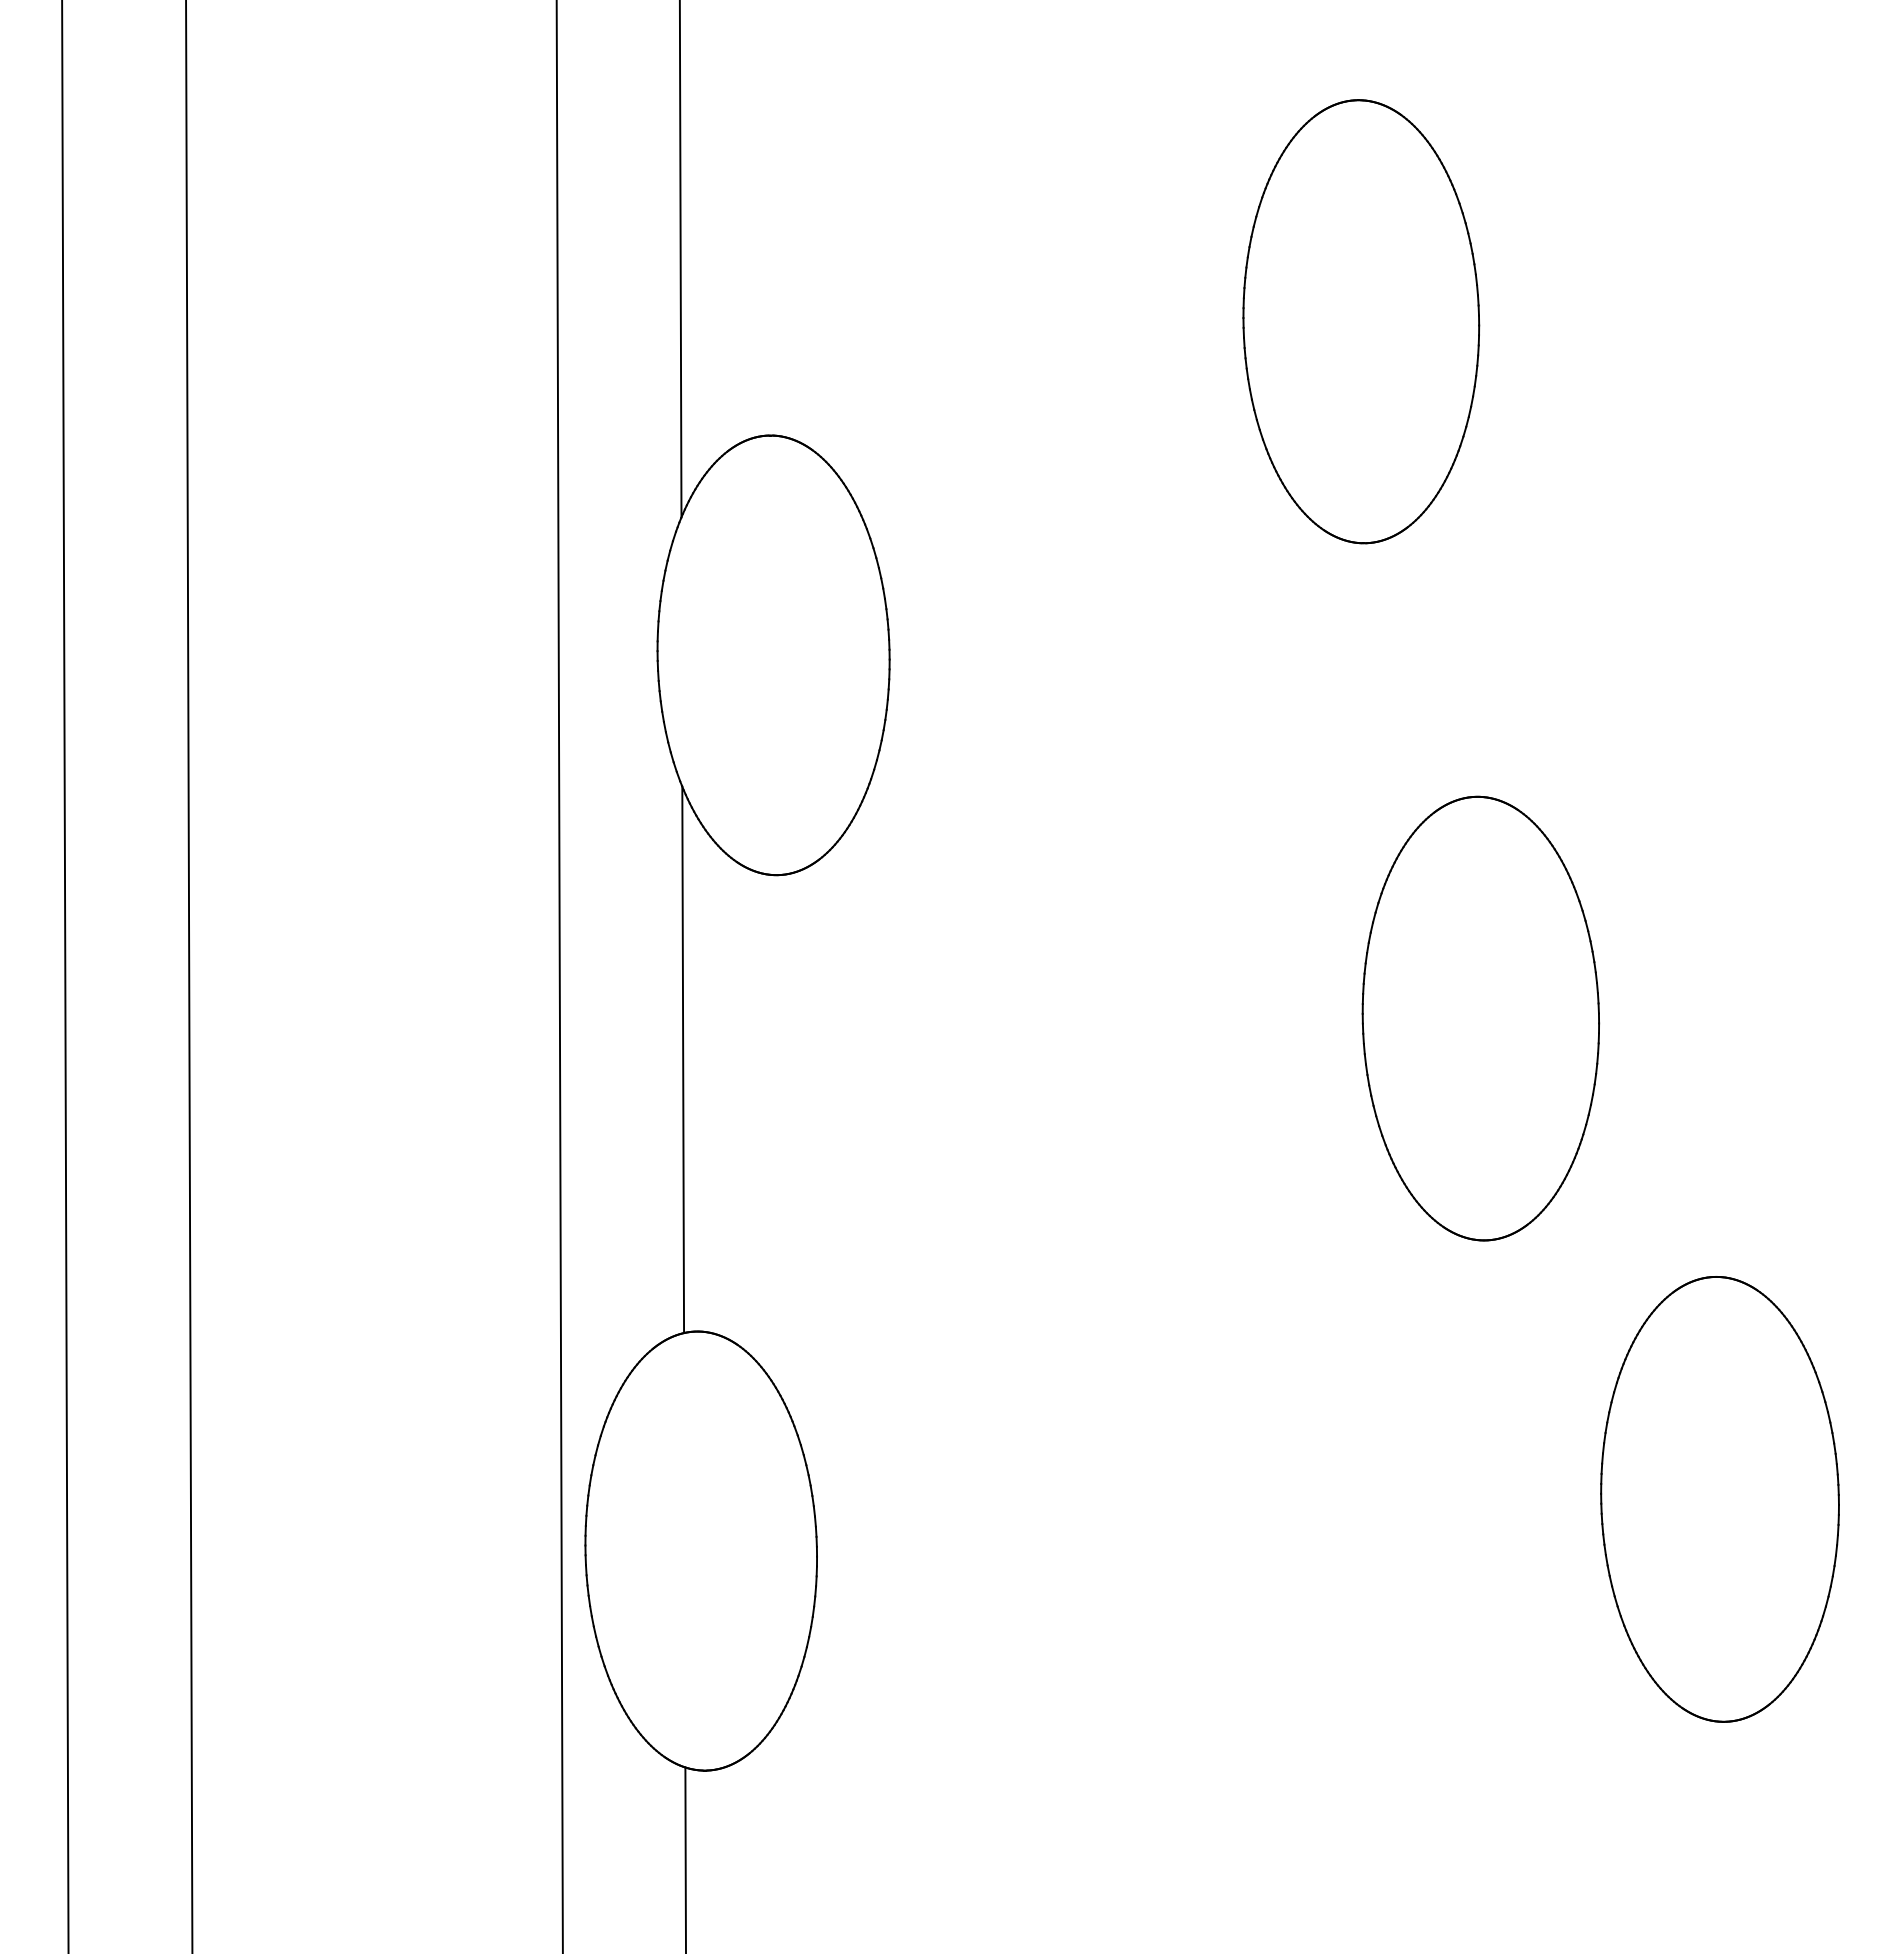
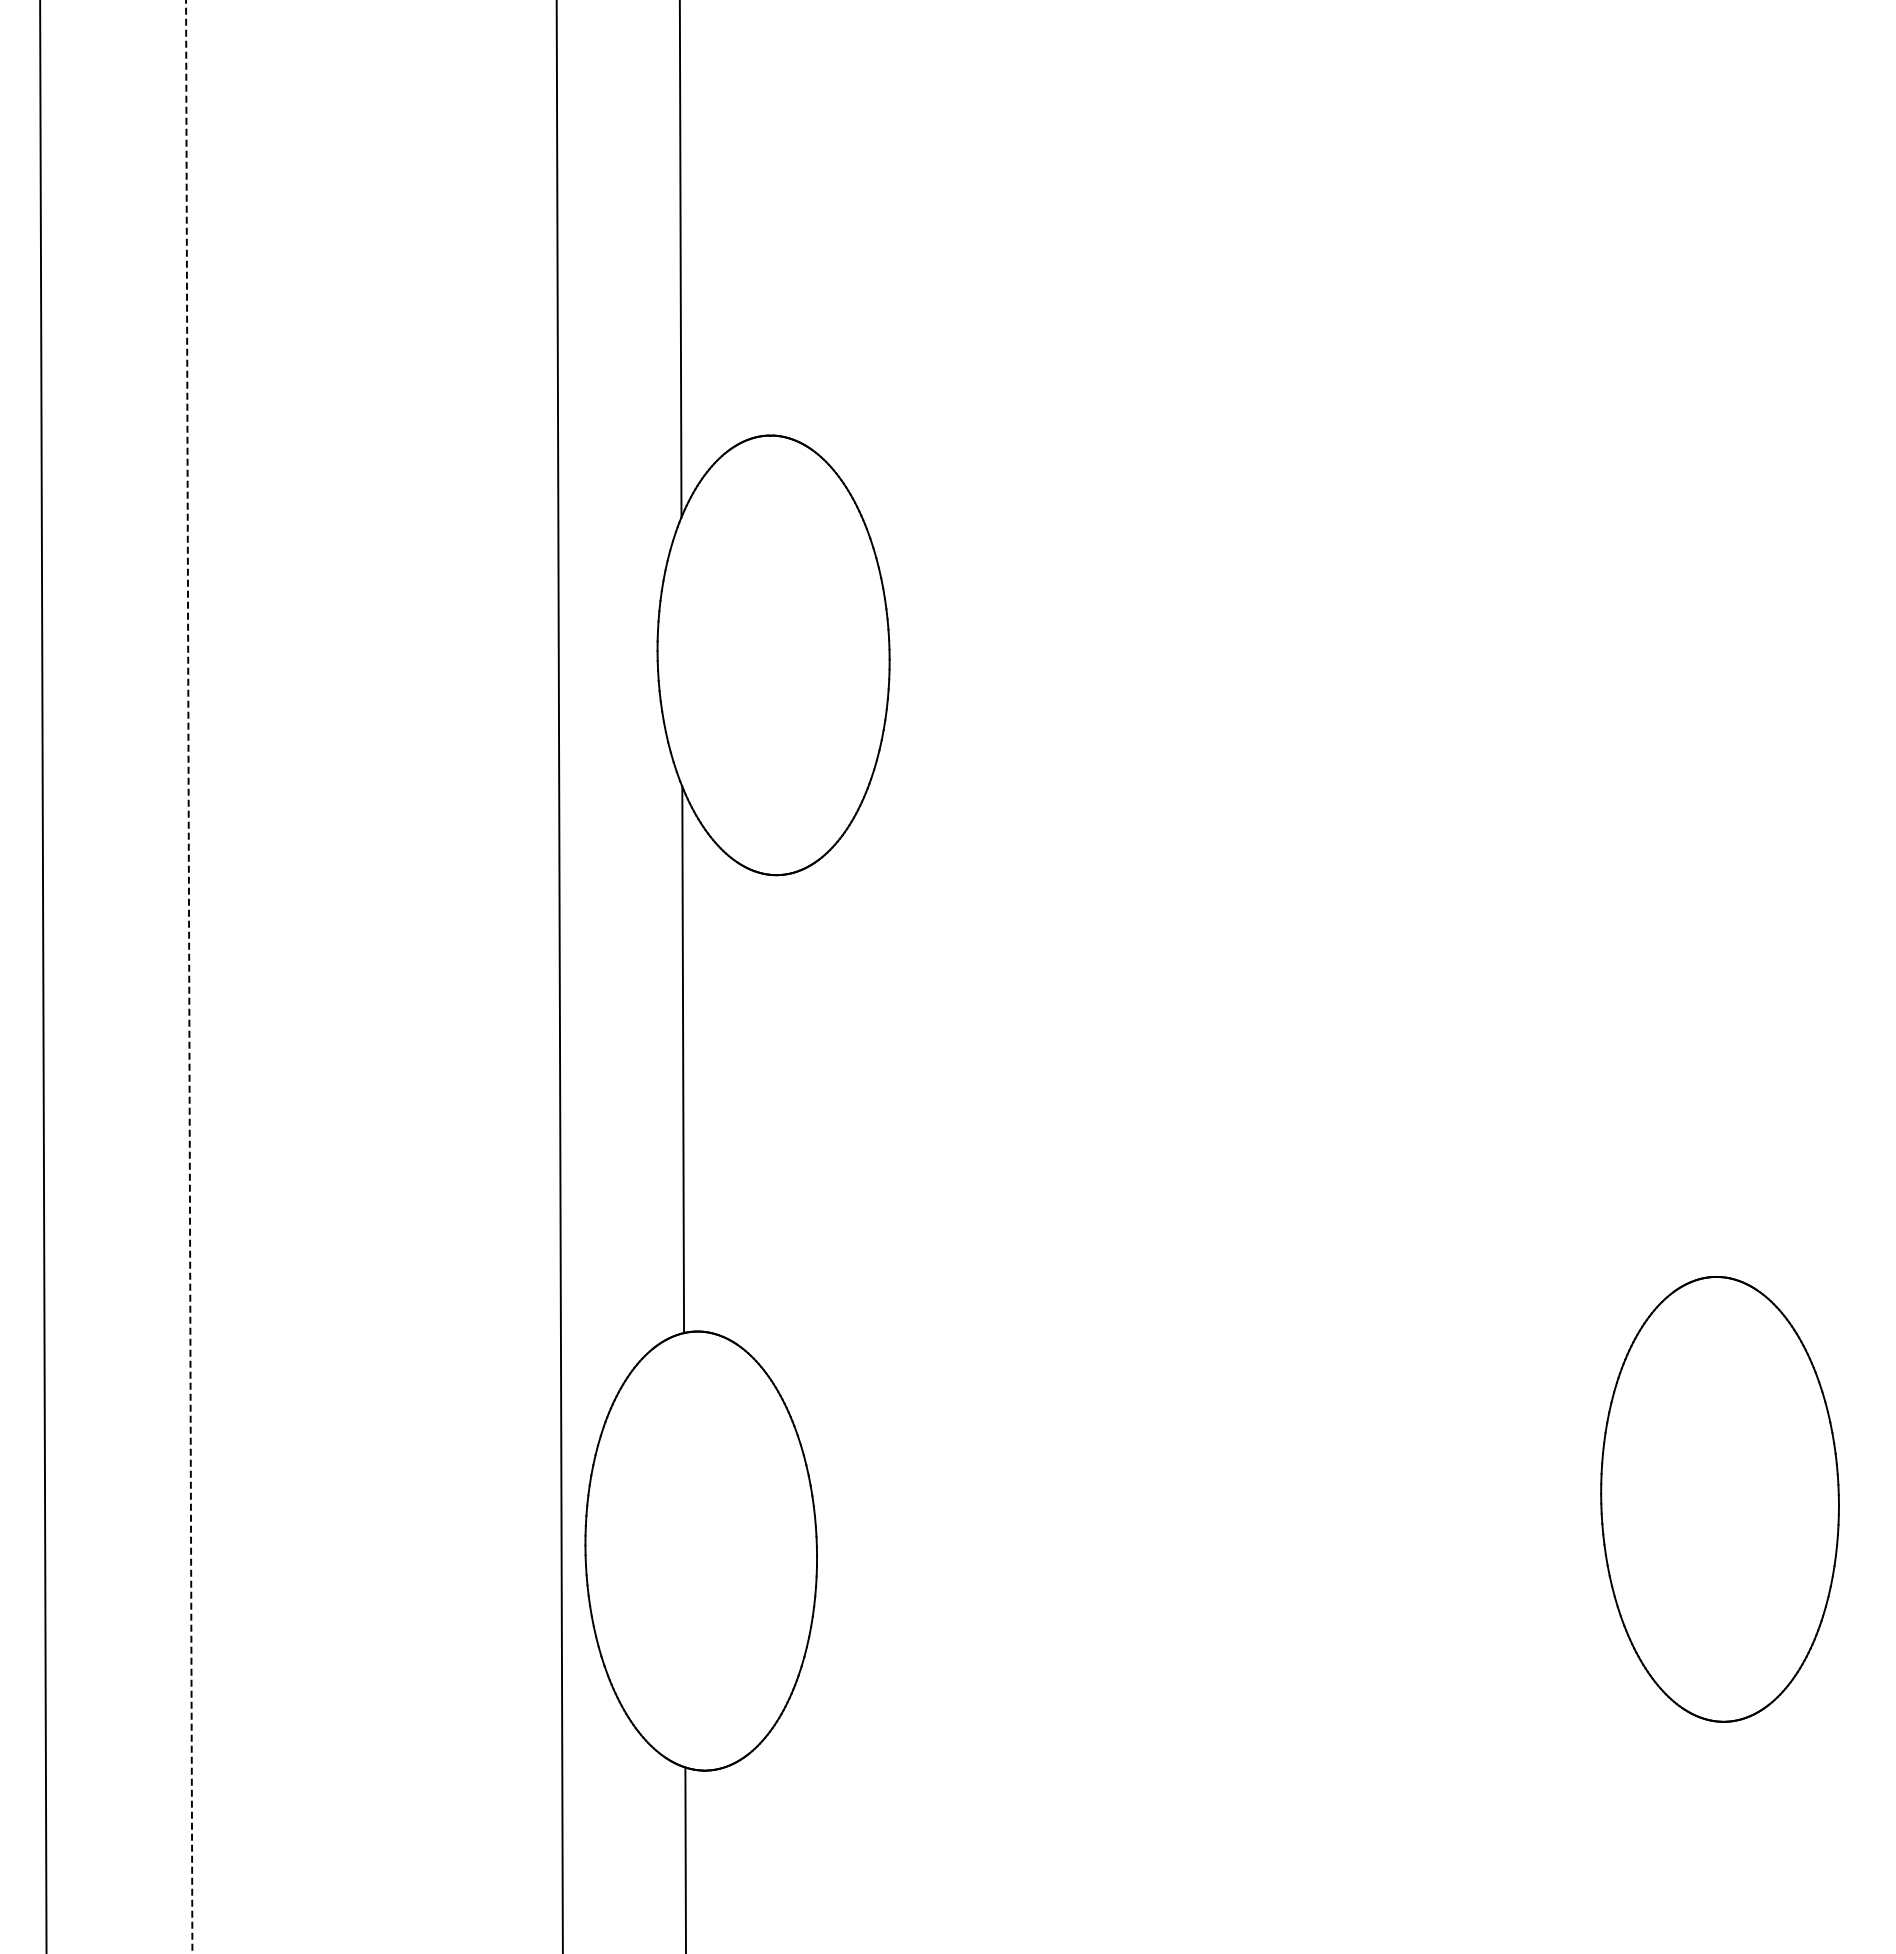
part at (1361, 321): present -> none
line at (65, 976) position: (65, 976) -> (43, 976)
line at (189, 976): solid -> dashed
part at (1480, 1018): present -> none
